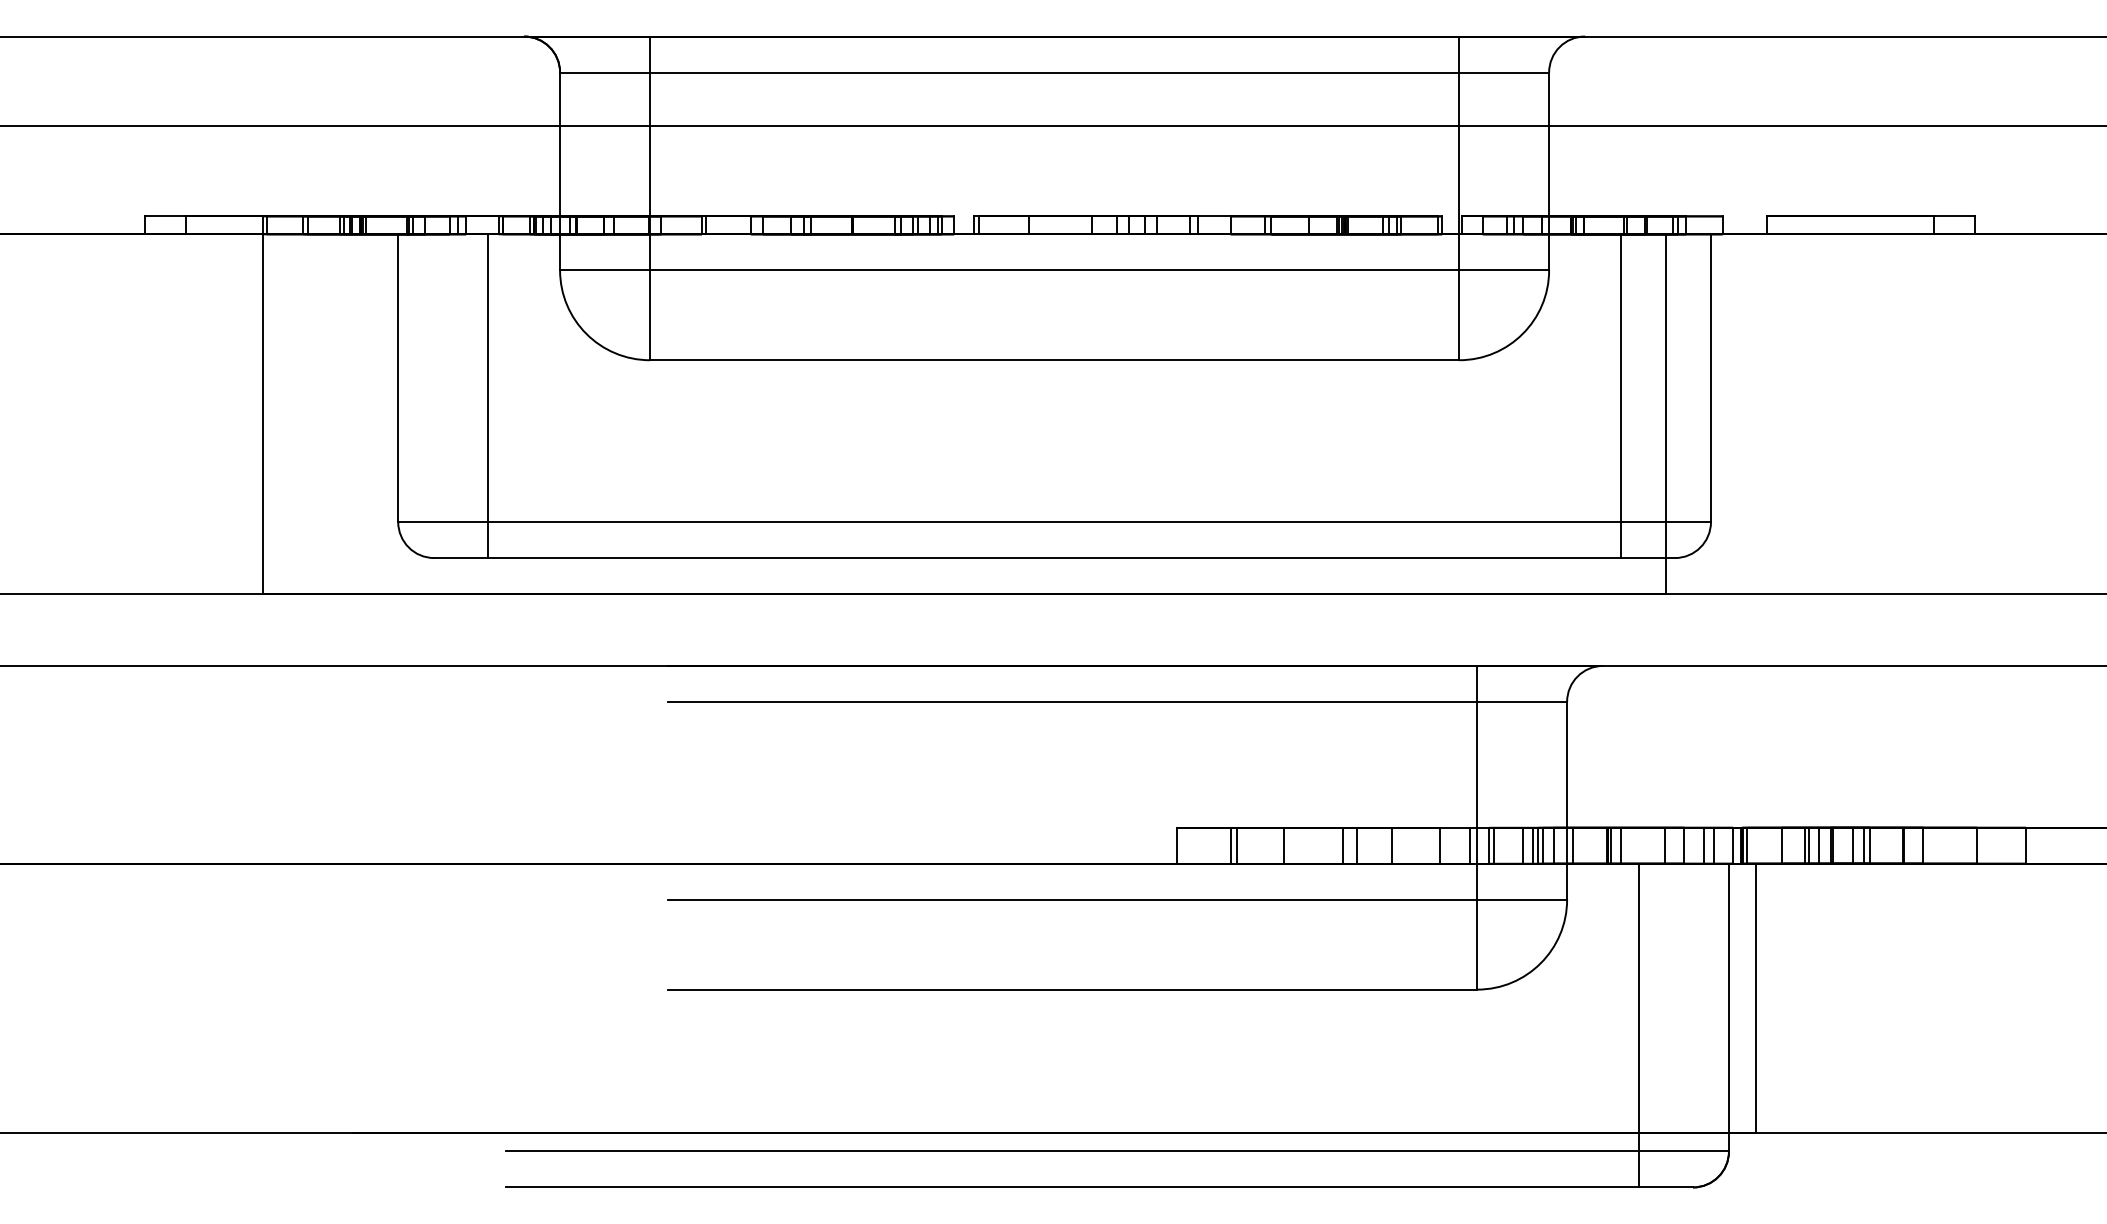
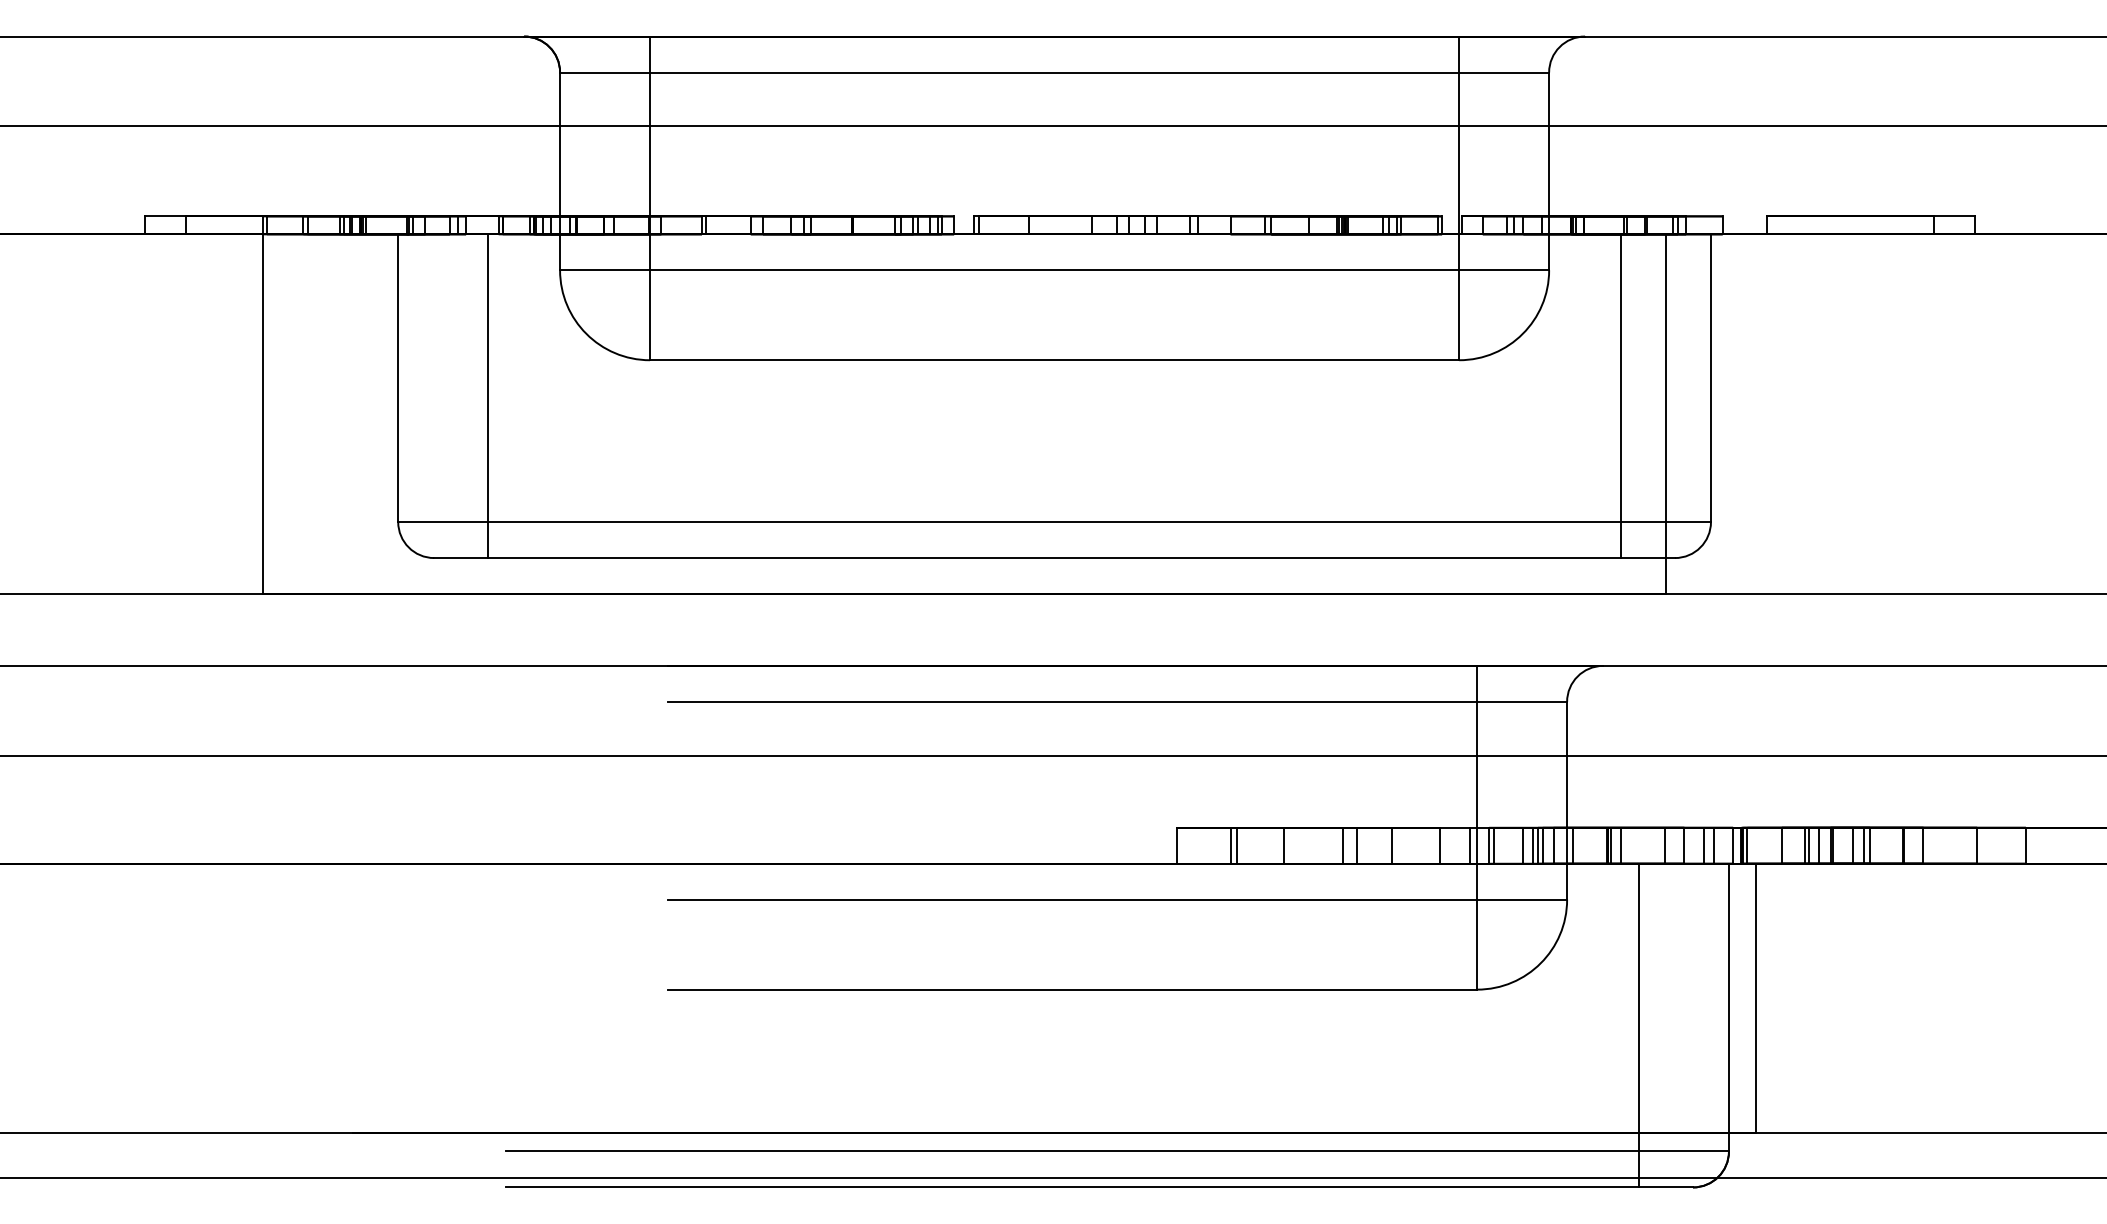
line at (1052, 755): none -> present
line at (1052, 1178): none -> present
